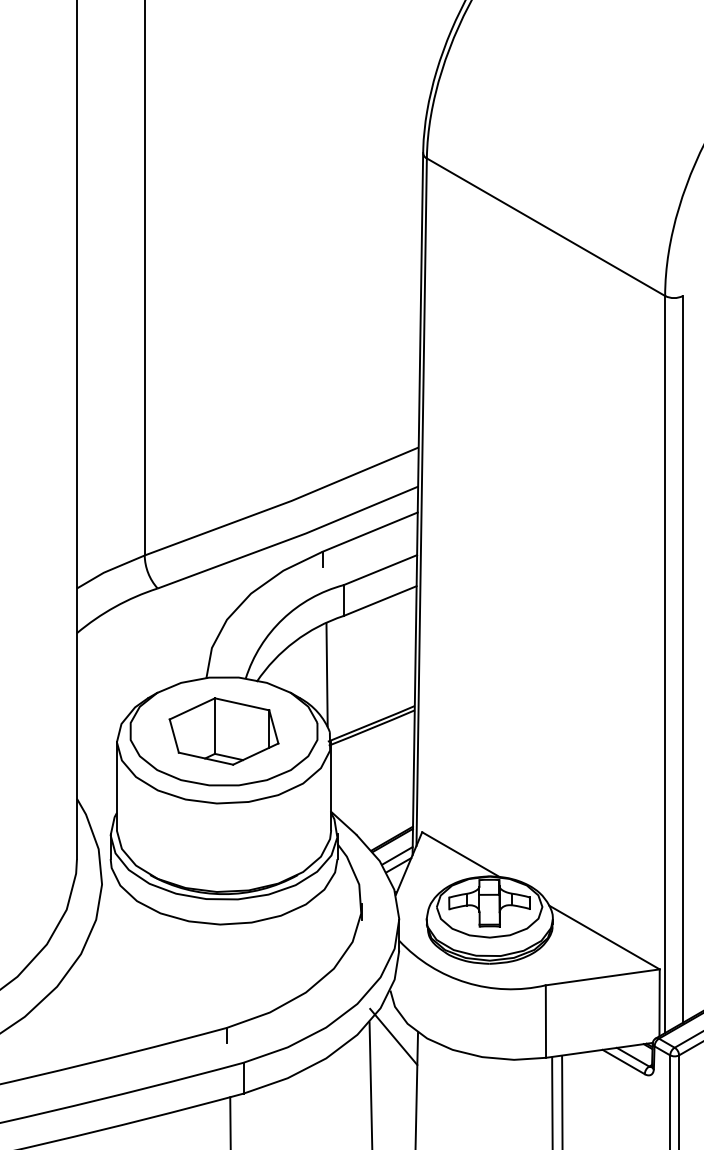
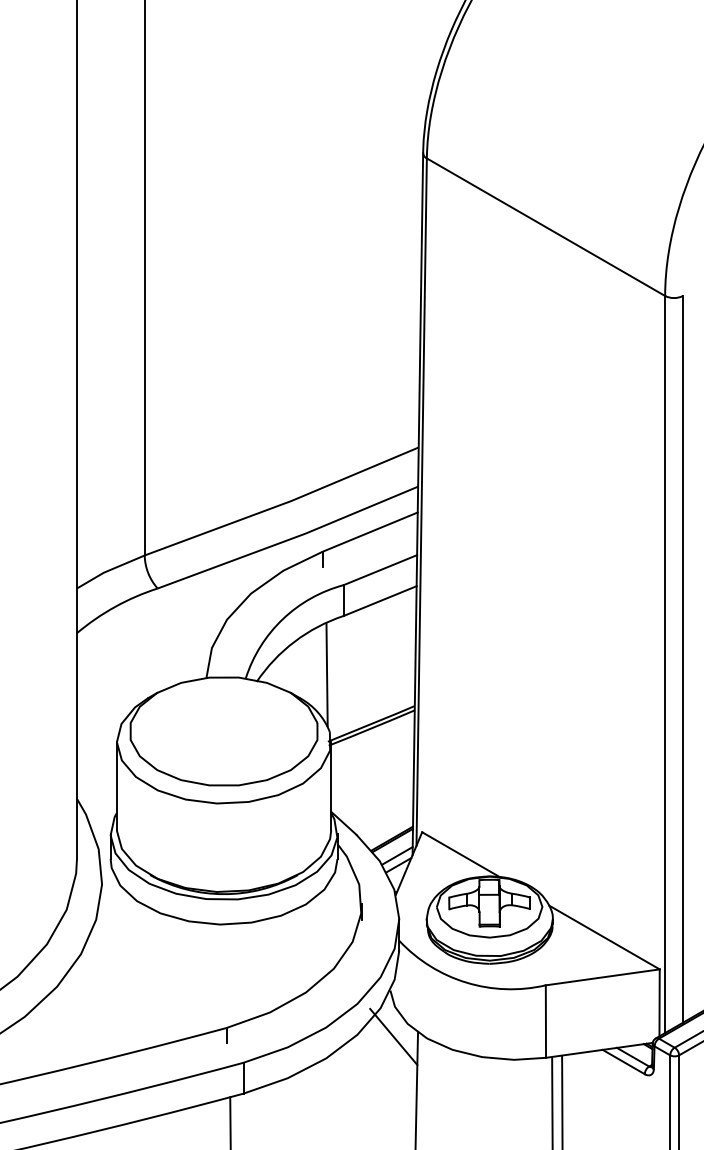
part at (223, 731): present -> none
line at (370, 1084): present -> none
